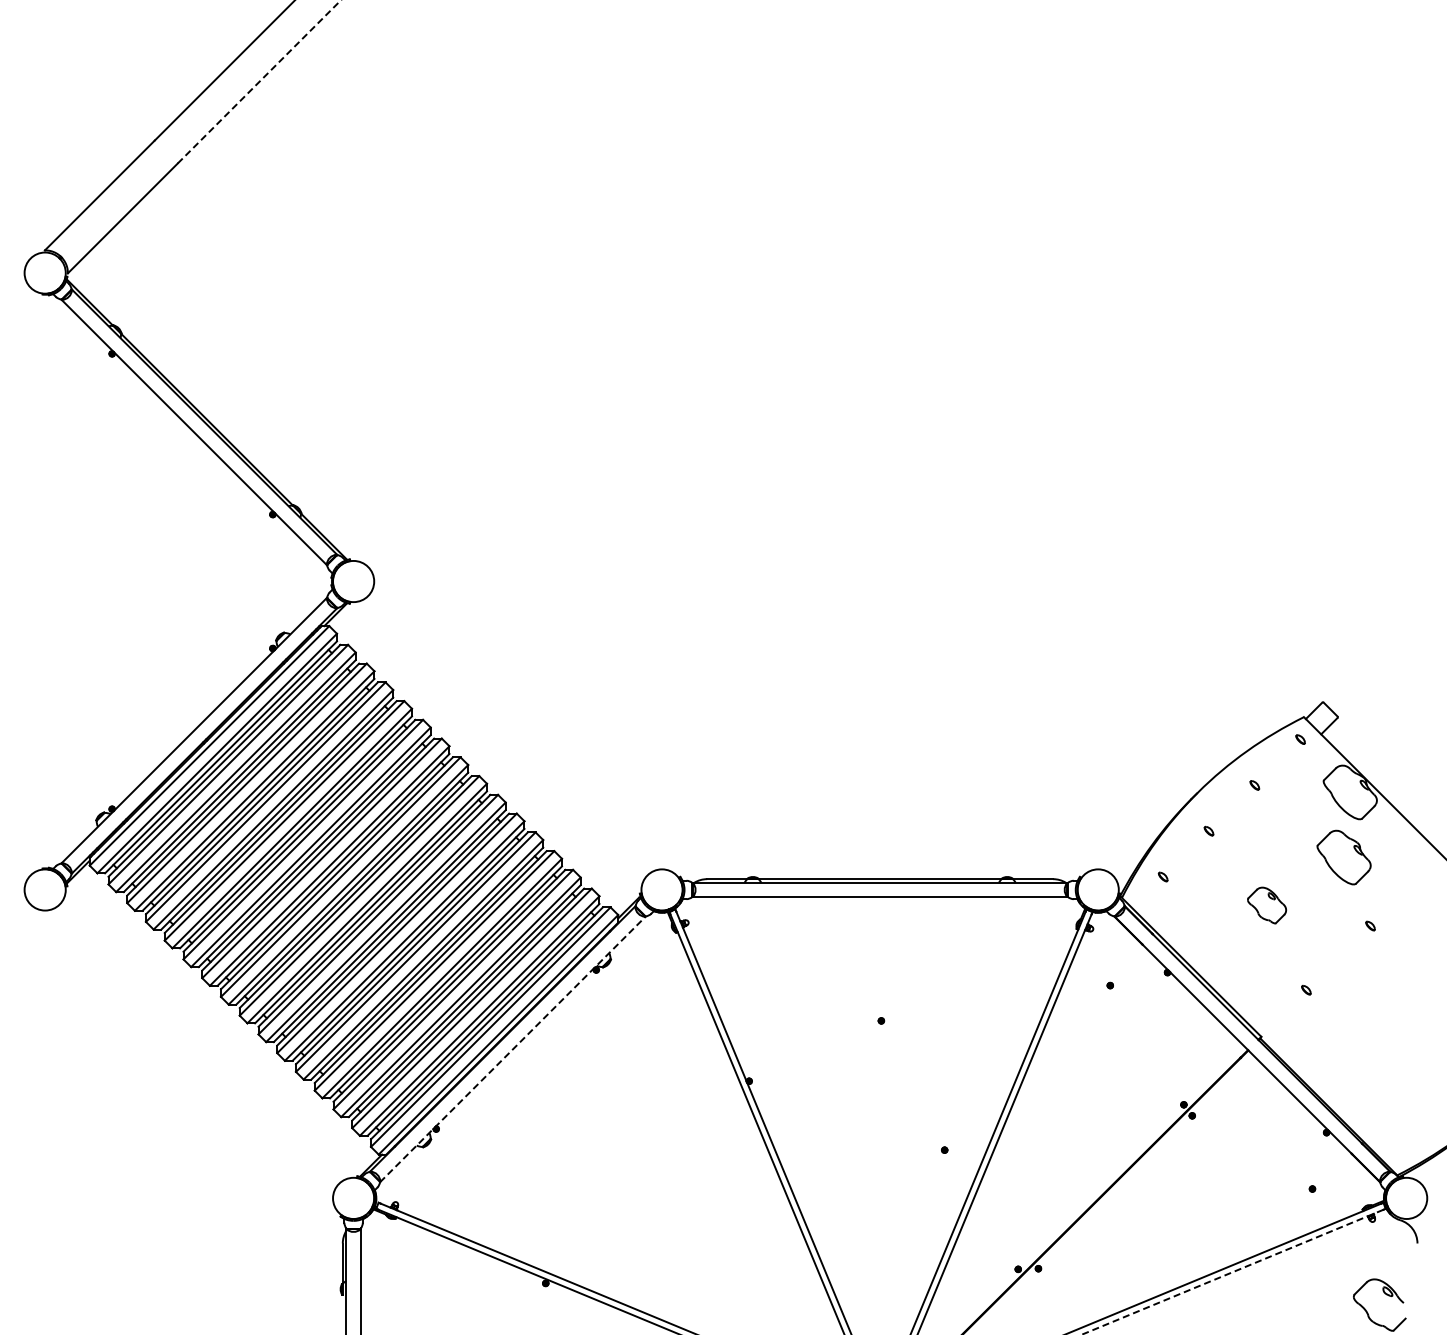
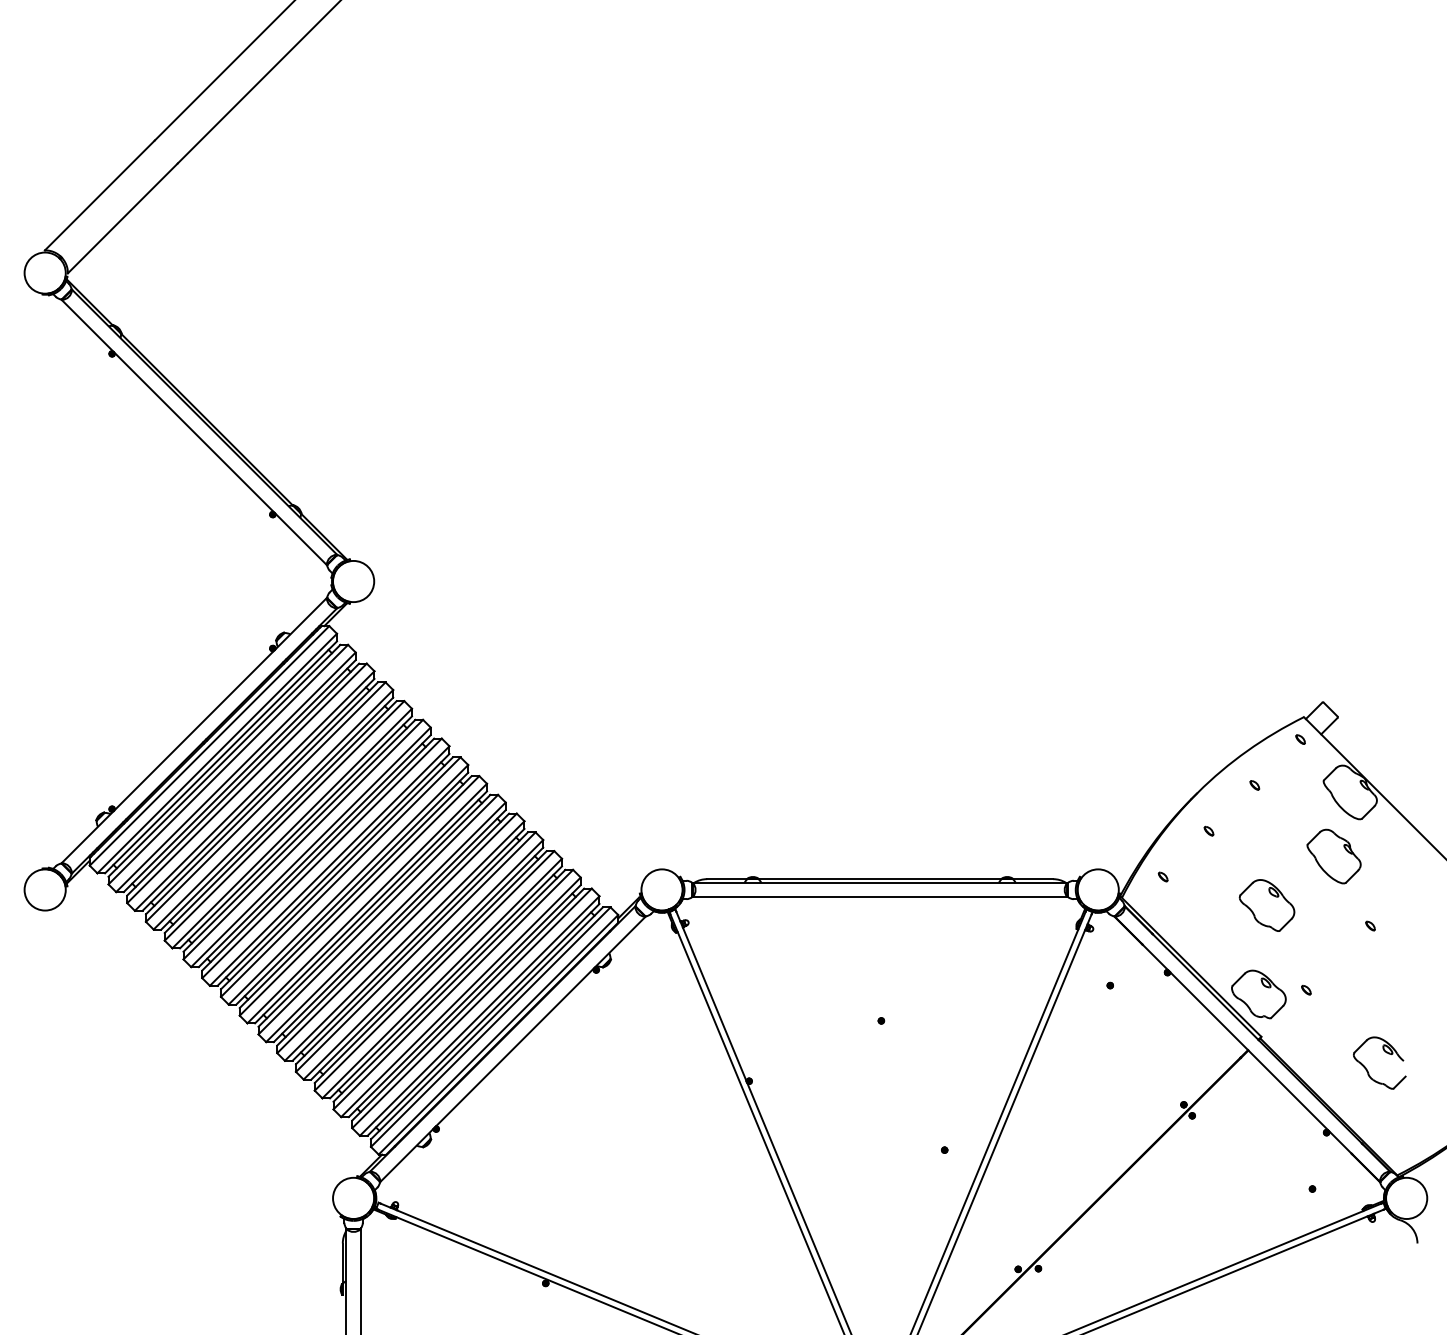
line at (259, 81): dashed -> solid
part at (1343, 857) position: (1343, 857) -> (1333, 856)
part at (1267, 905) size: 41x39 px -> 58x53 px
part at (1258, 994): none -> present
line at (513, 1048): dashed -> solid
line at (1232, 1272): dashed -> solid
part at (1386, 1295) position: (1386, 1295) -> (1386, 1053)
